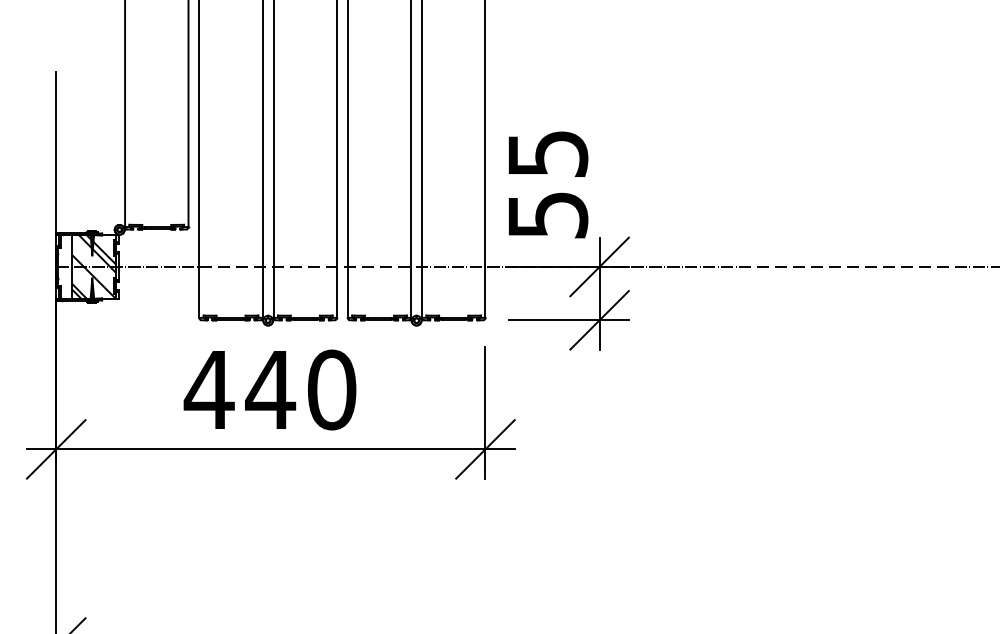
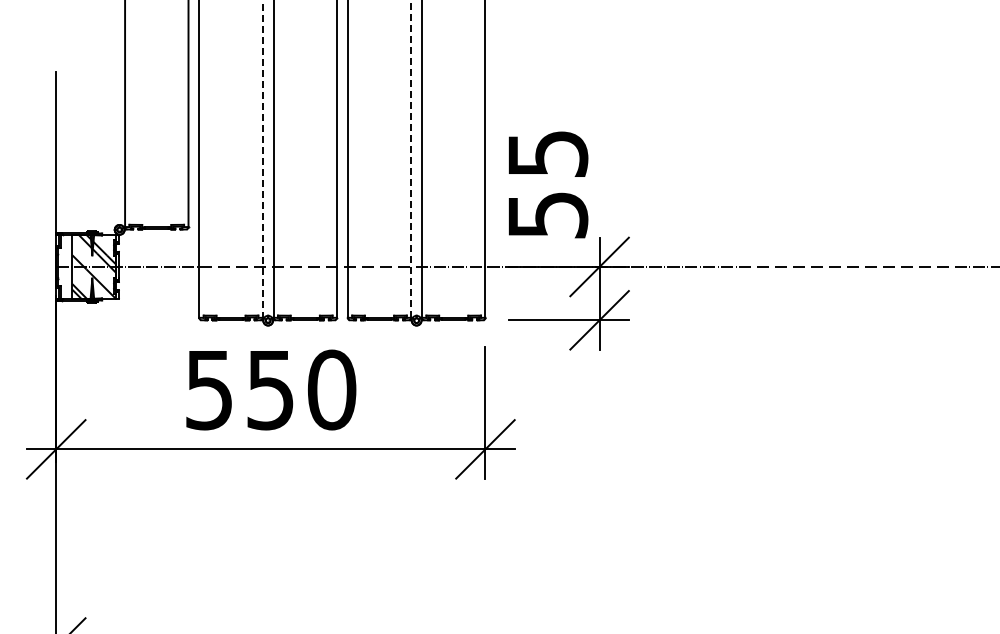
line at (262, 159): solid -> dashed
line at (411, 159): solid -> dashed
text at (239, 390): 440 -> 550
